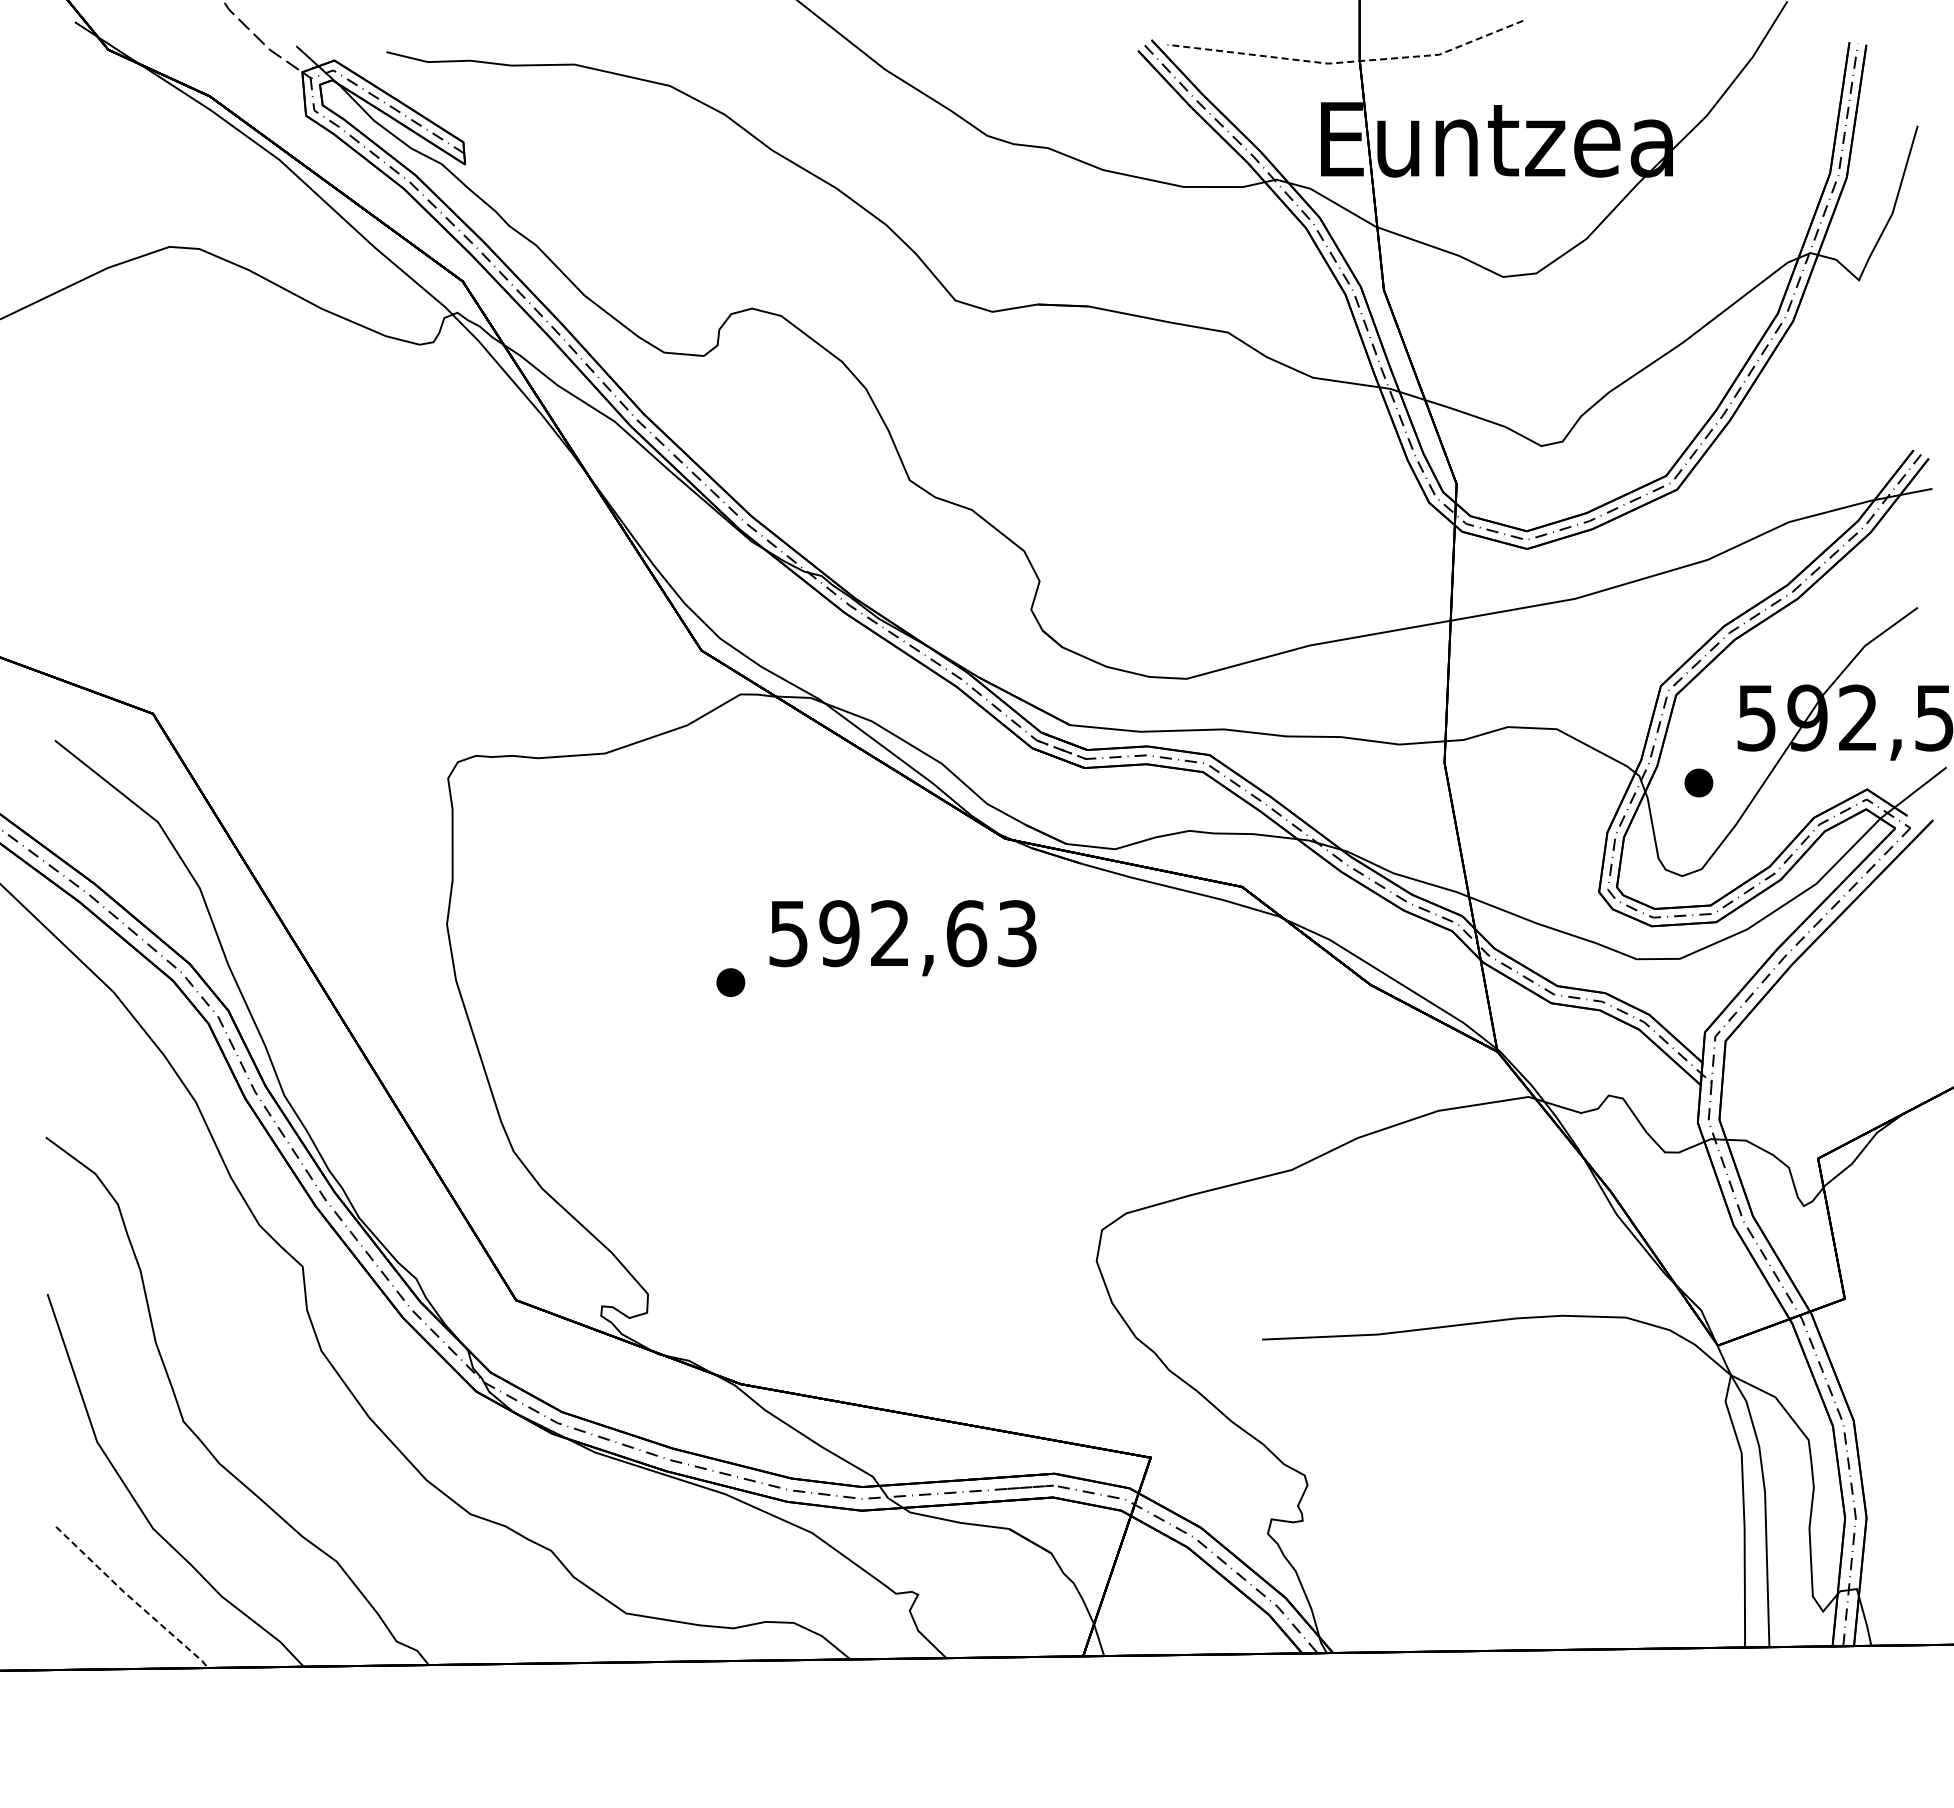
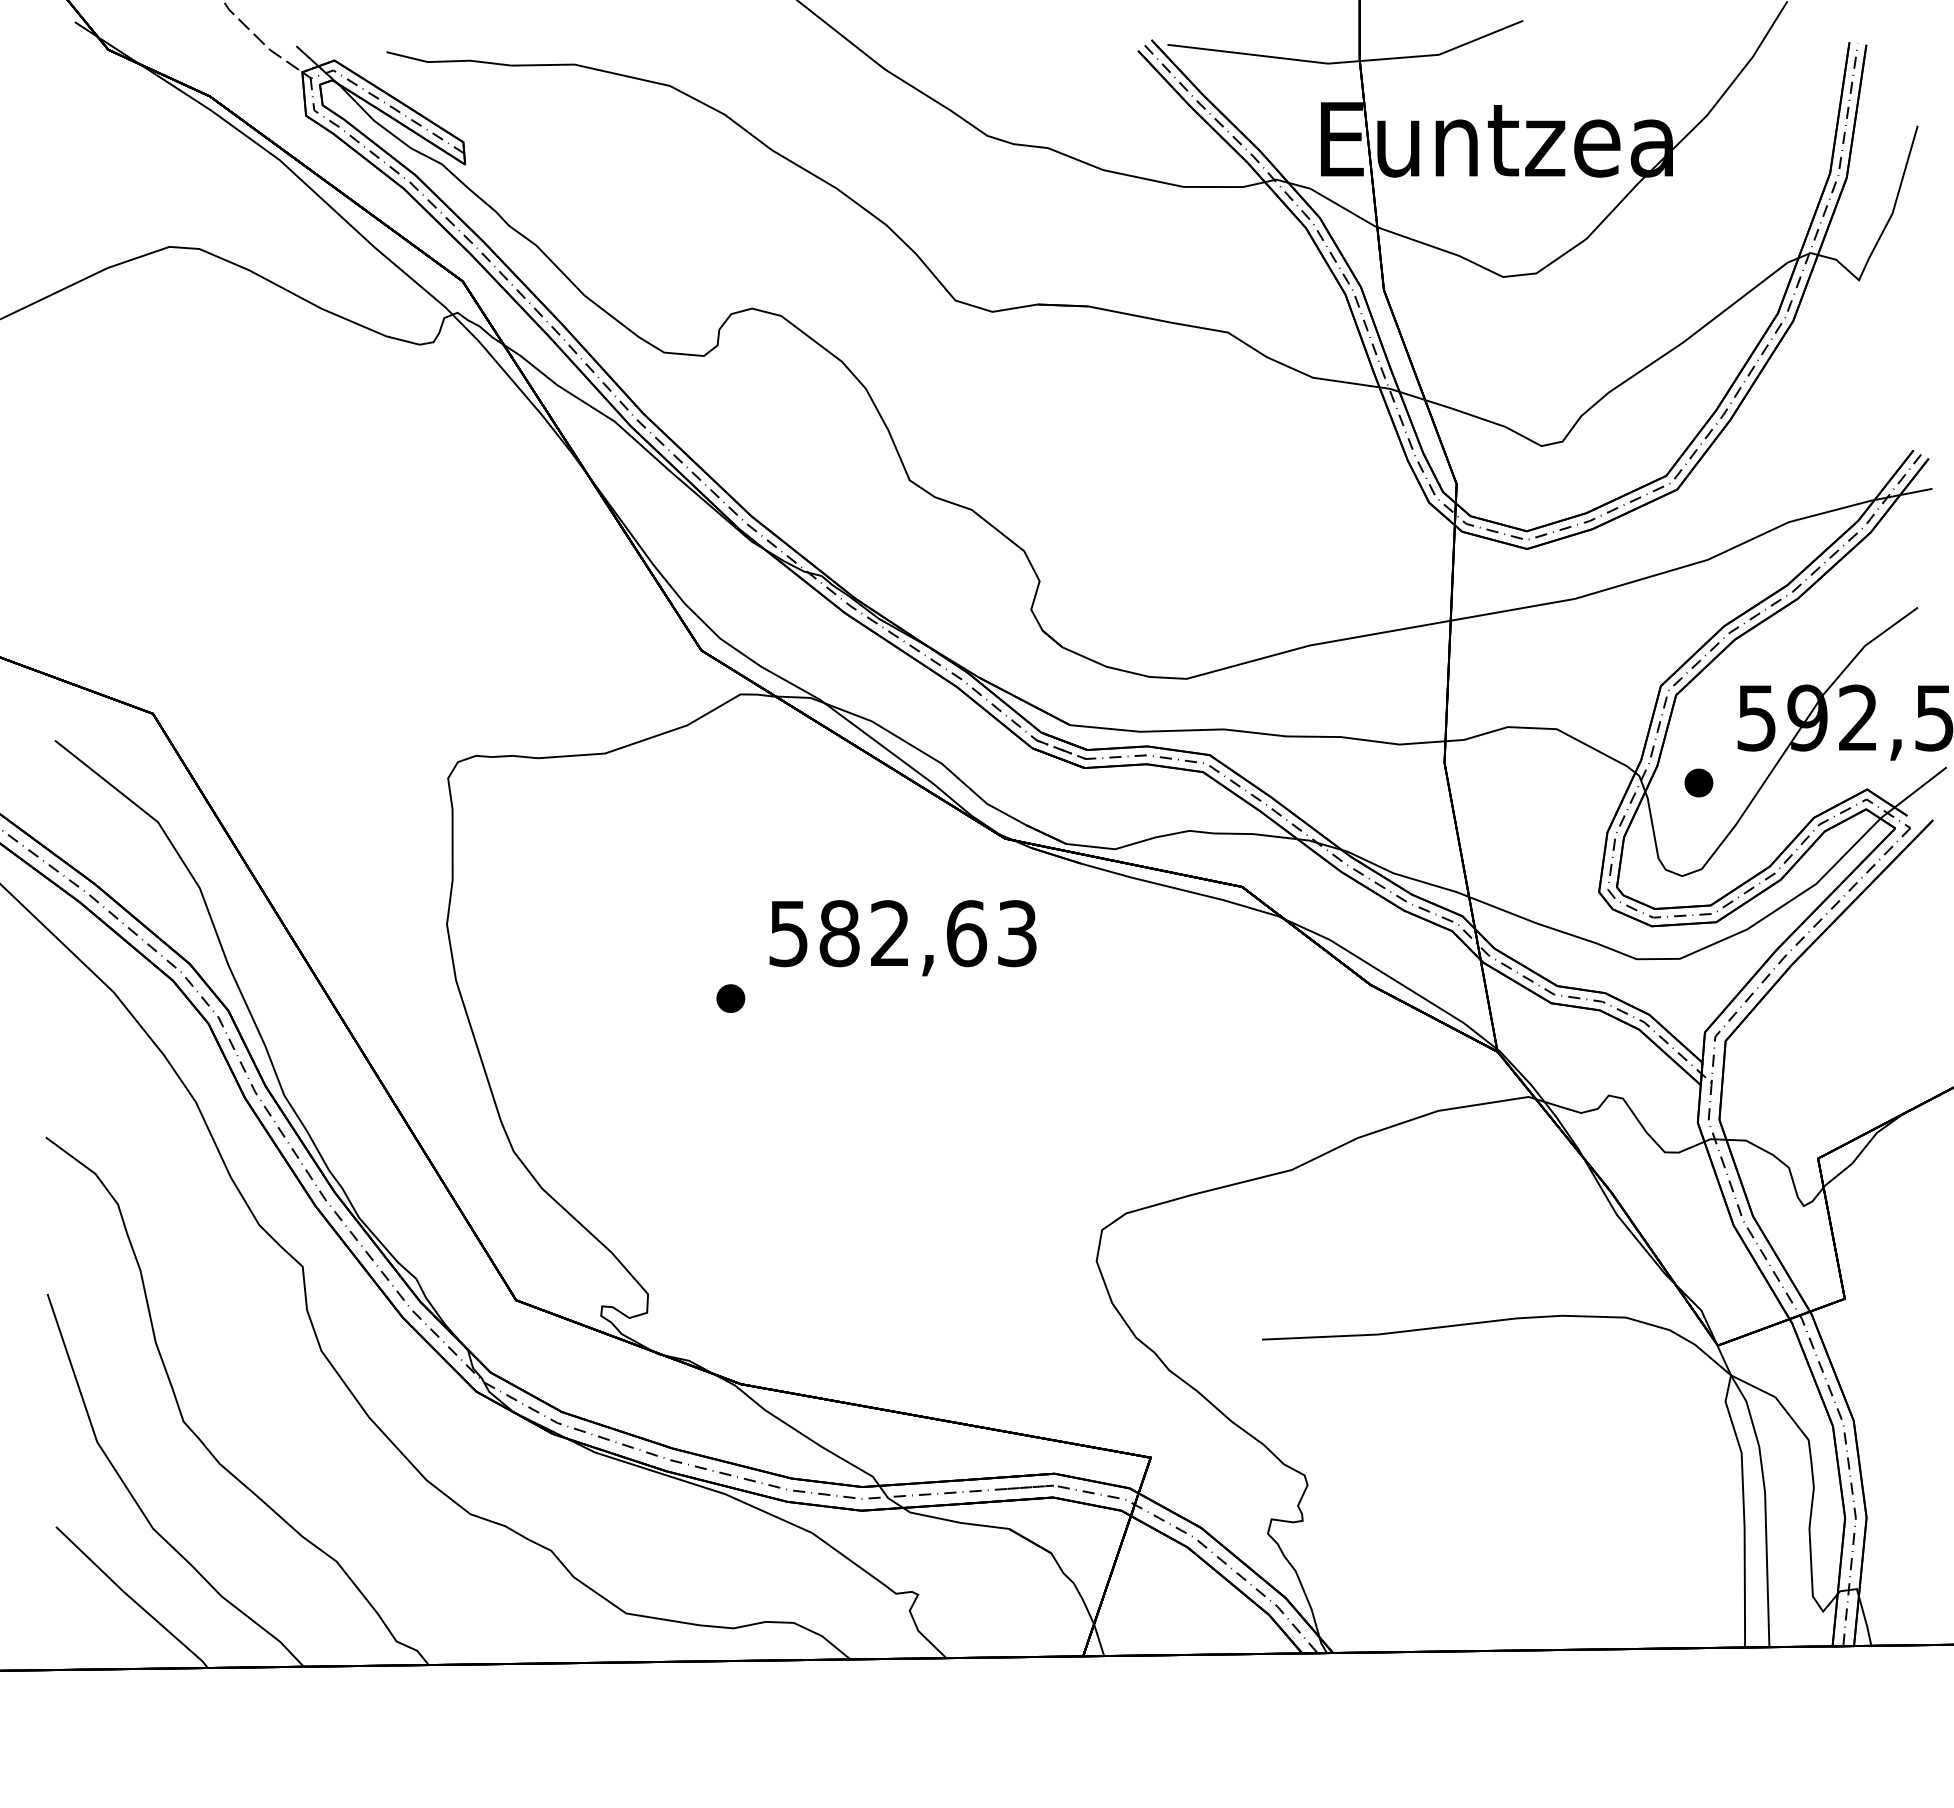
line at (1347, 62): dashed -> solid
text at (839, 933): 592,63 -> 582,63
part at (730, 982) position: (730, 982) -> (730, 998)
line at (131, 1598): dashed -> solid
